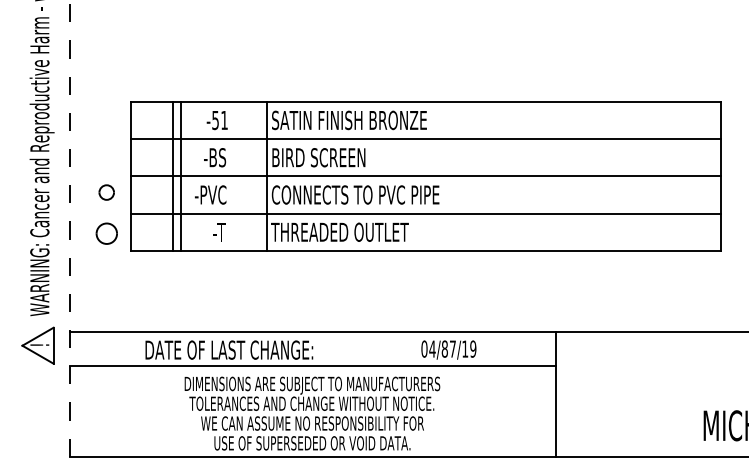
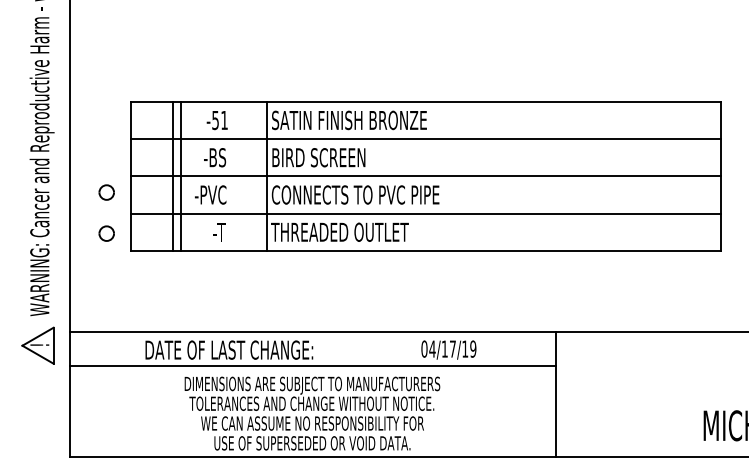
line at (69, 228): dashed -> solid
part at (106, 233) size: 23x23 px -> 17x17 px
text at (444, 348): 04/87/19 -> 04/17/19
